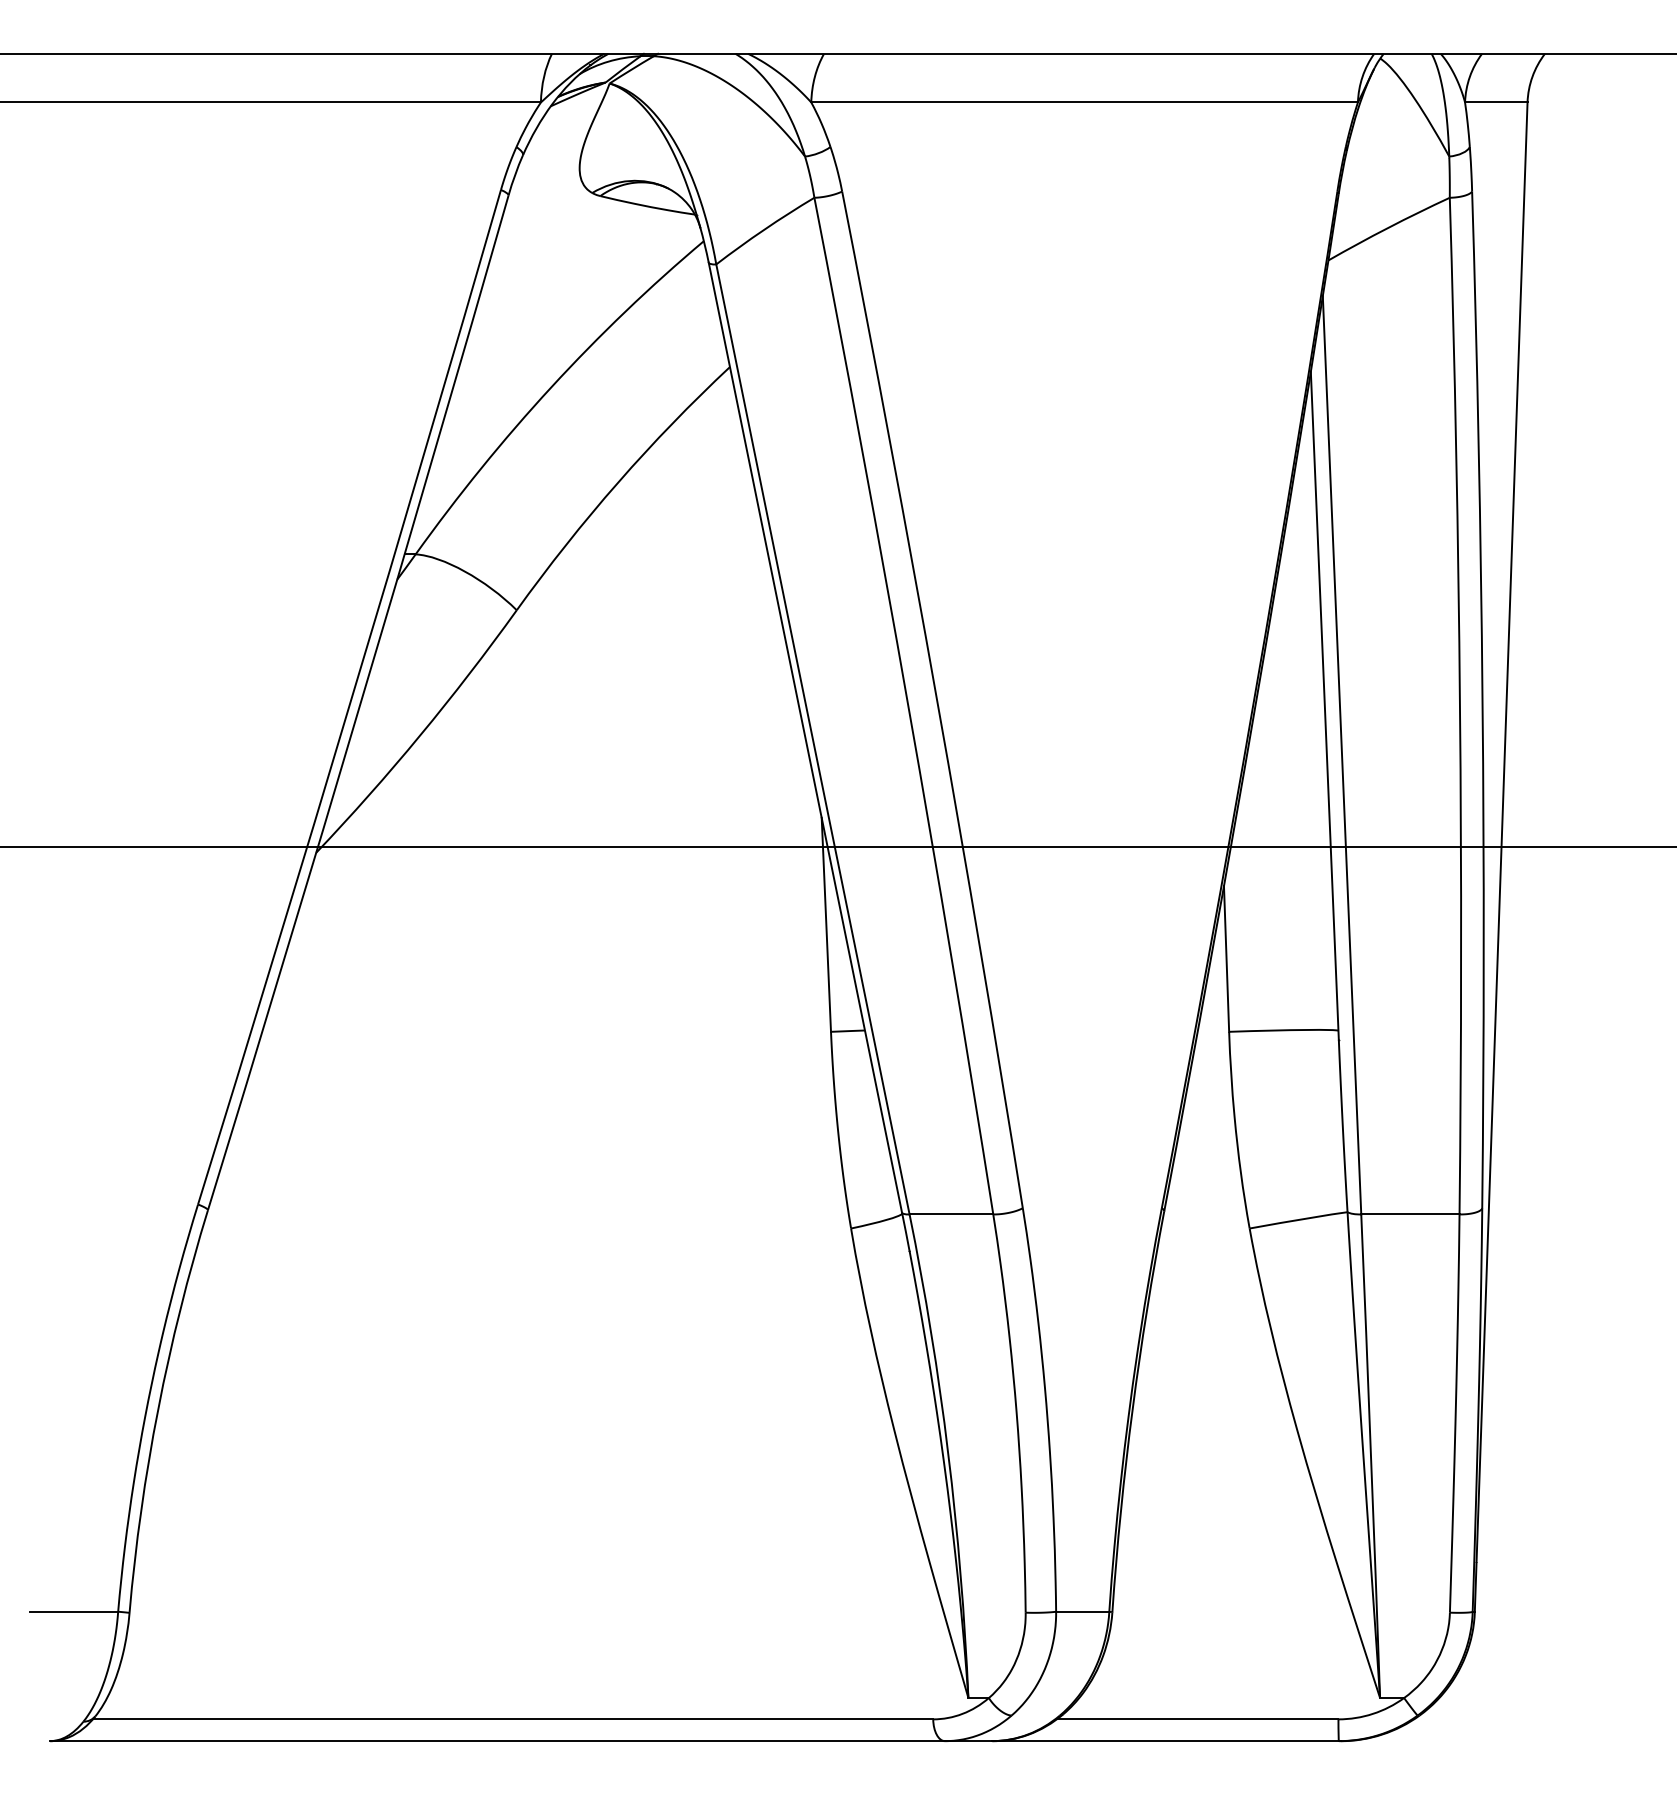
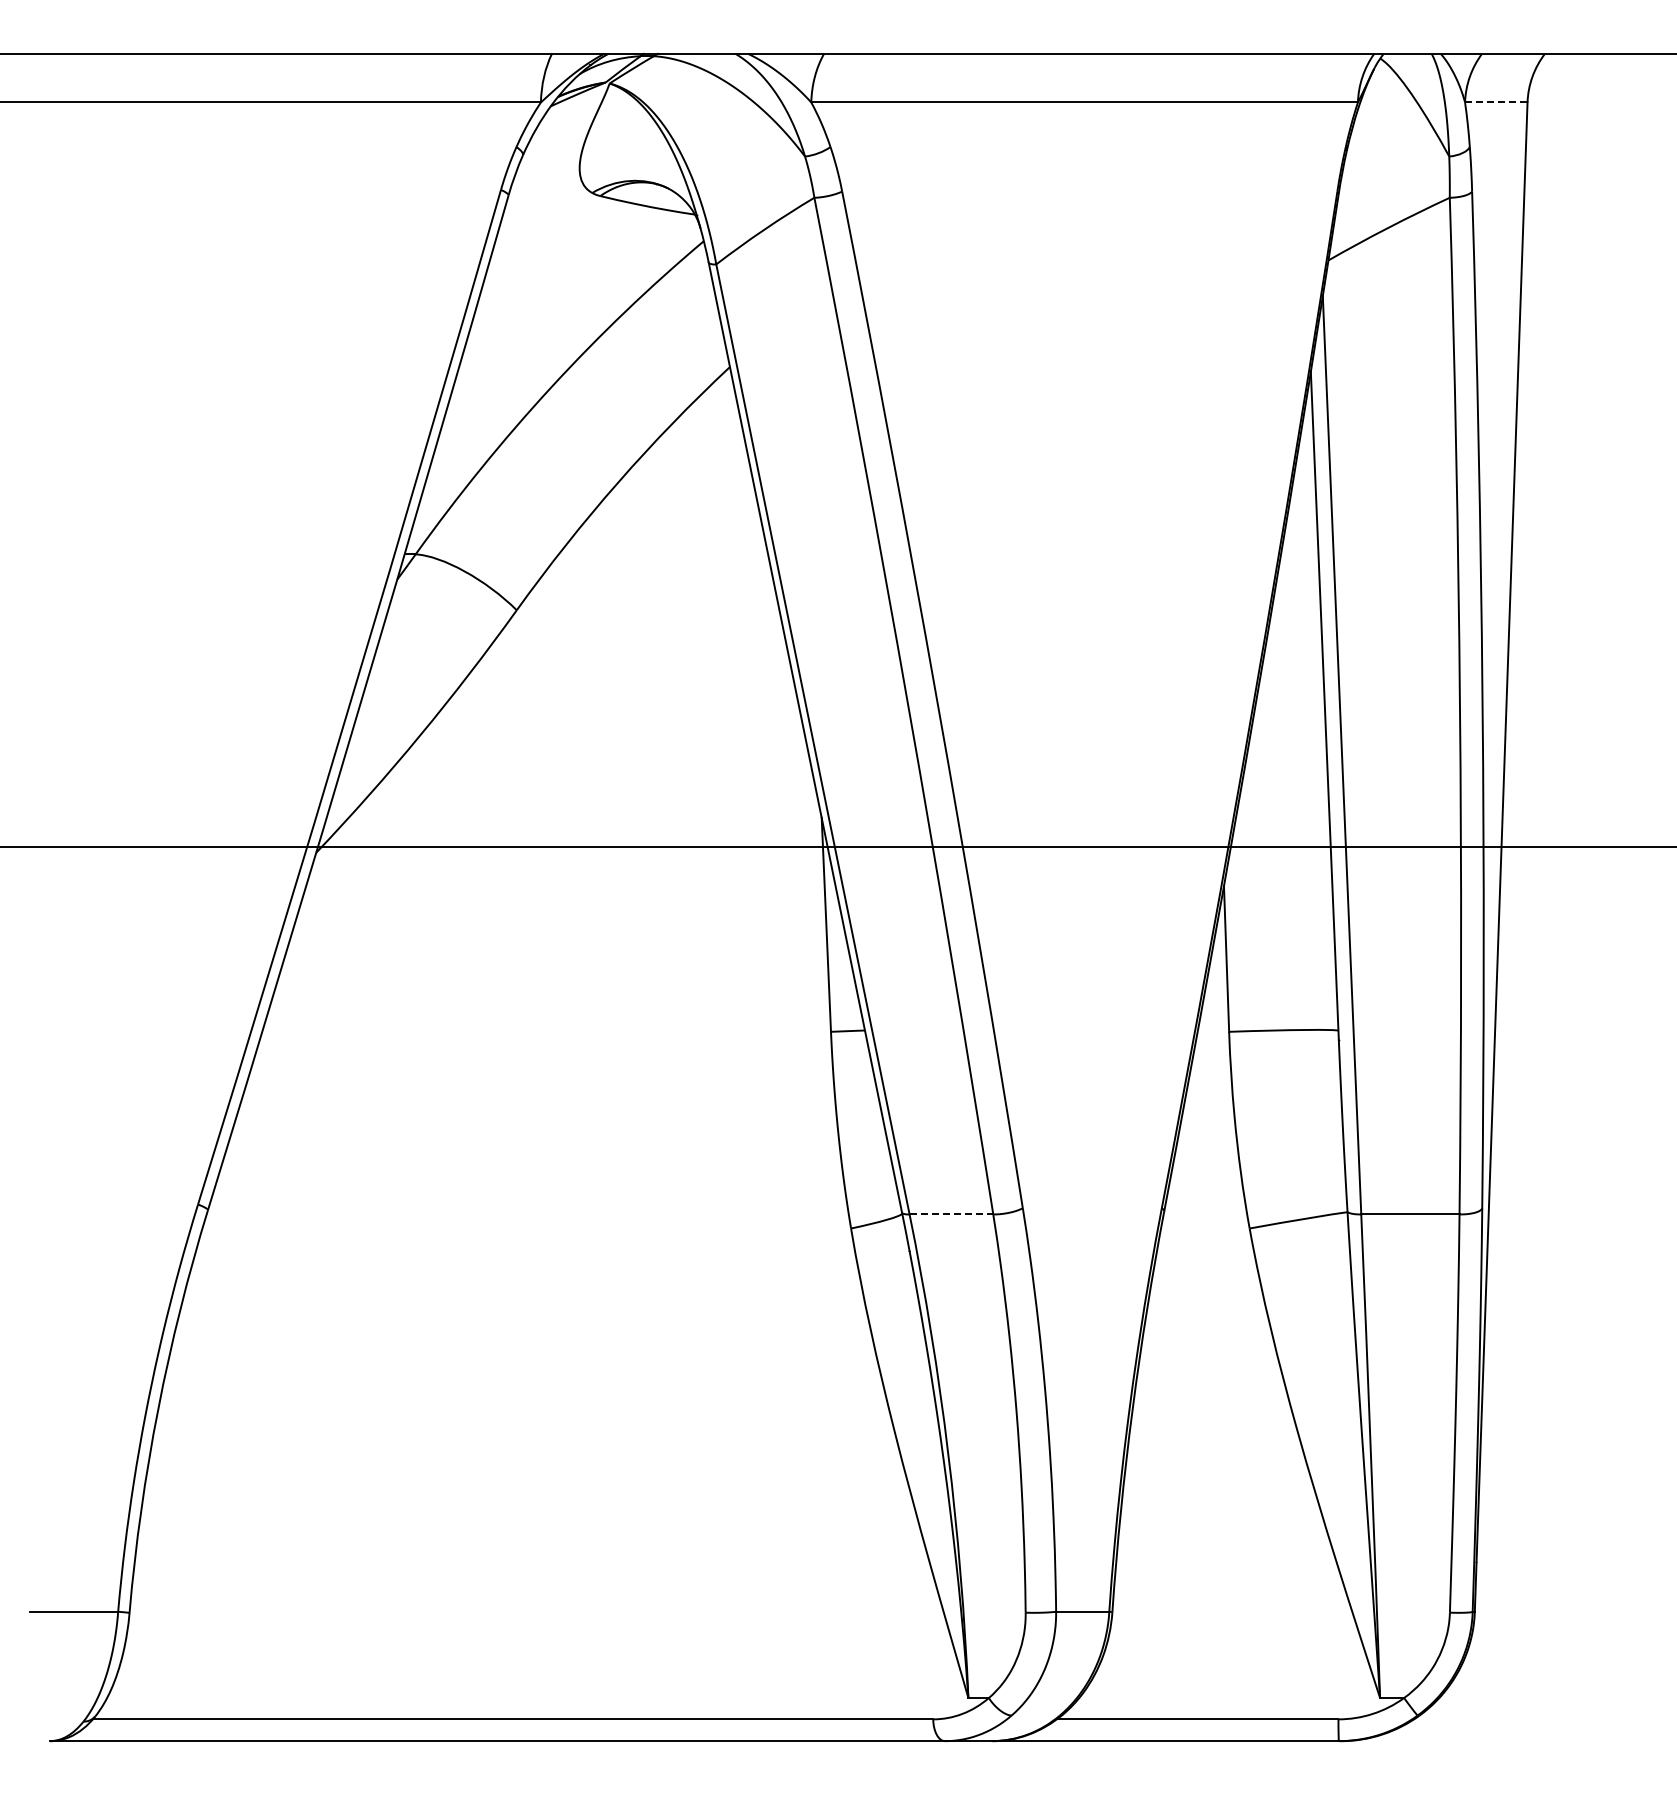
line at (1496, 102): solid -> dashed
line at (951, 1214): solid -> dashed
